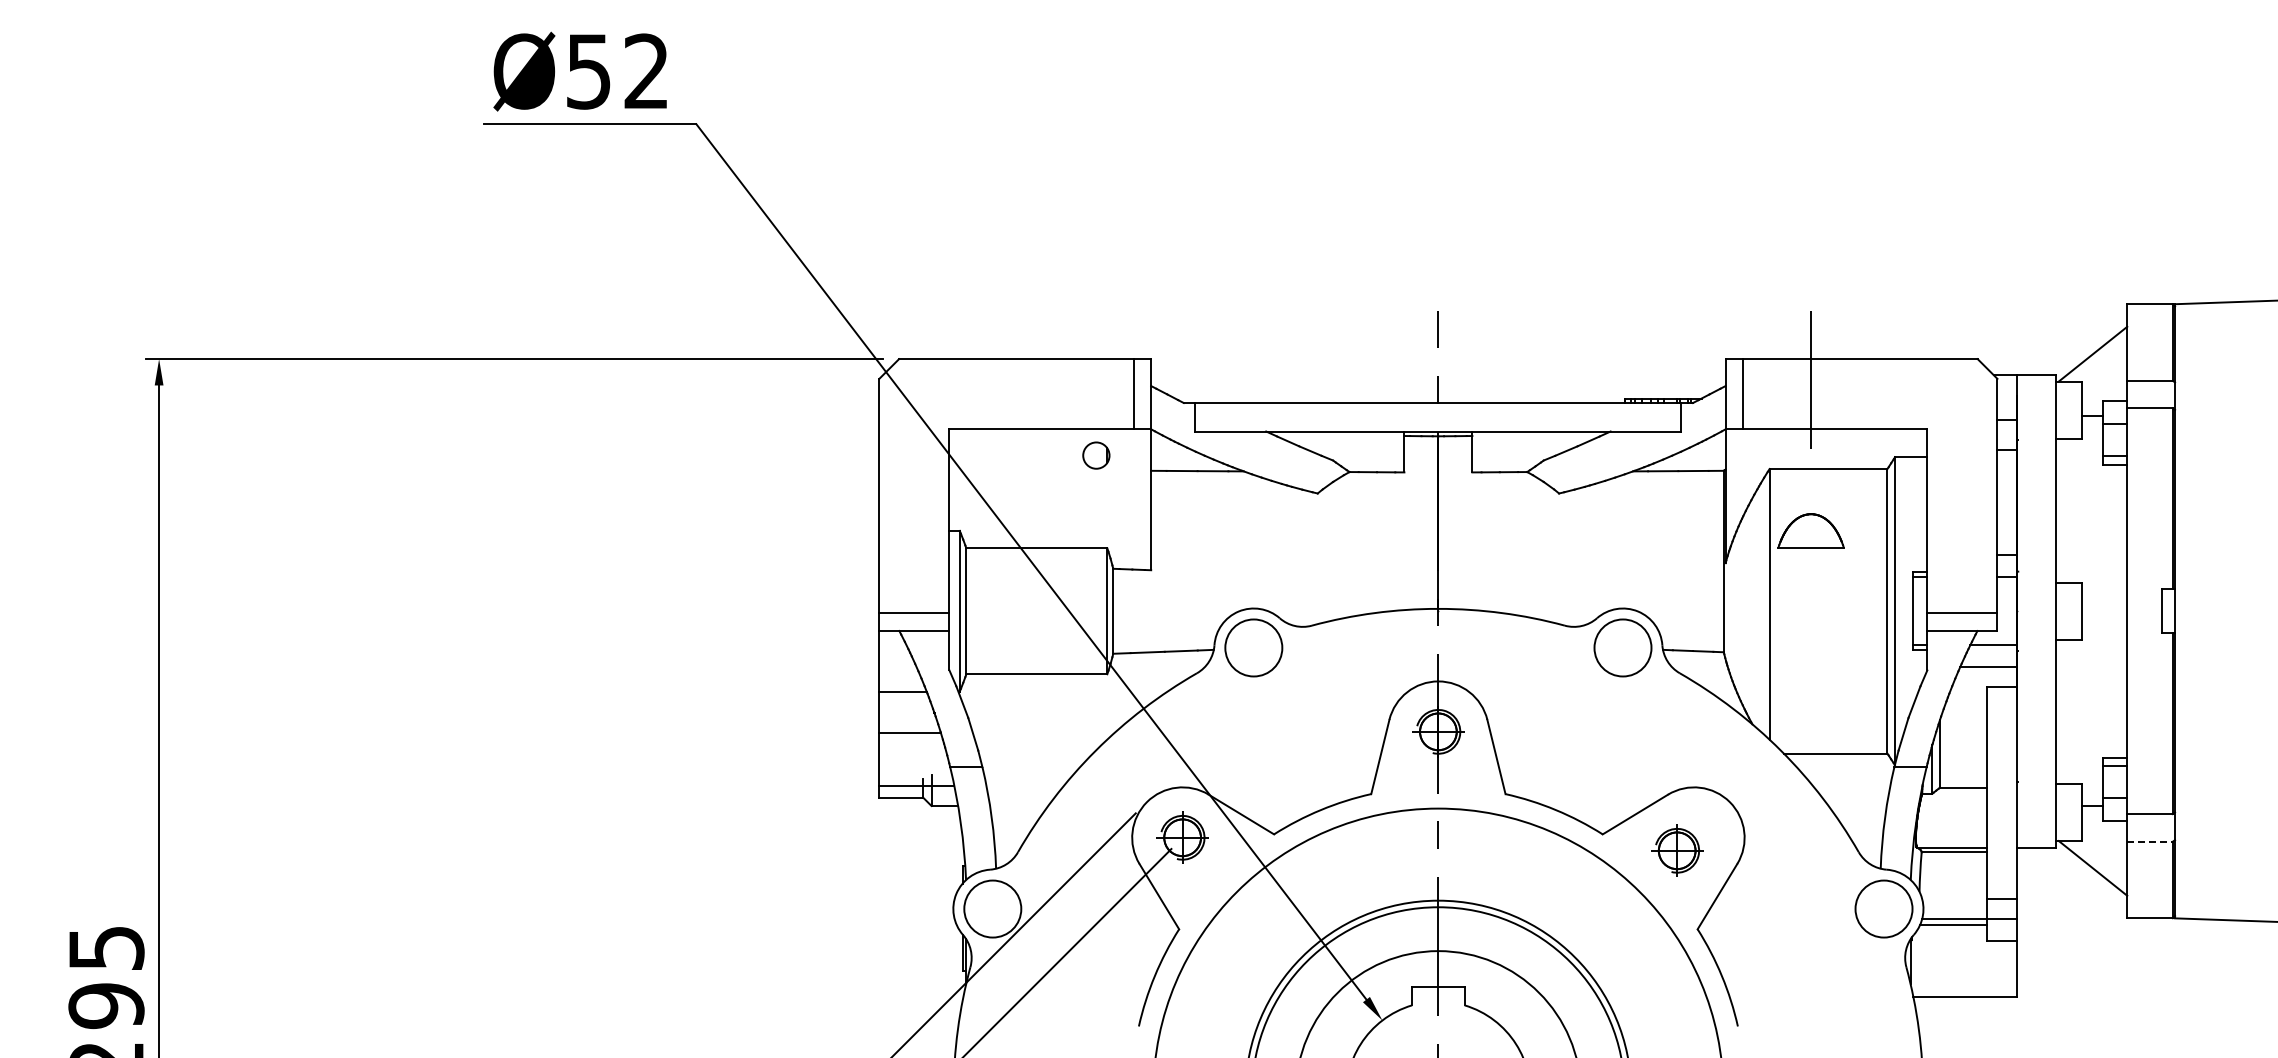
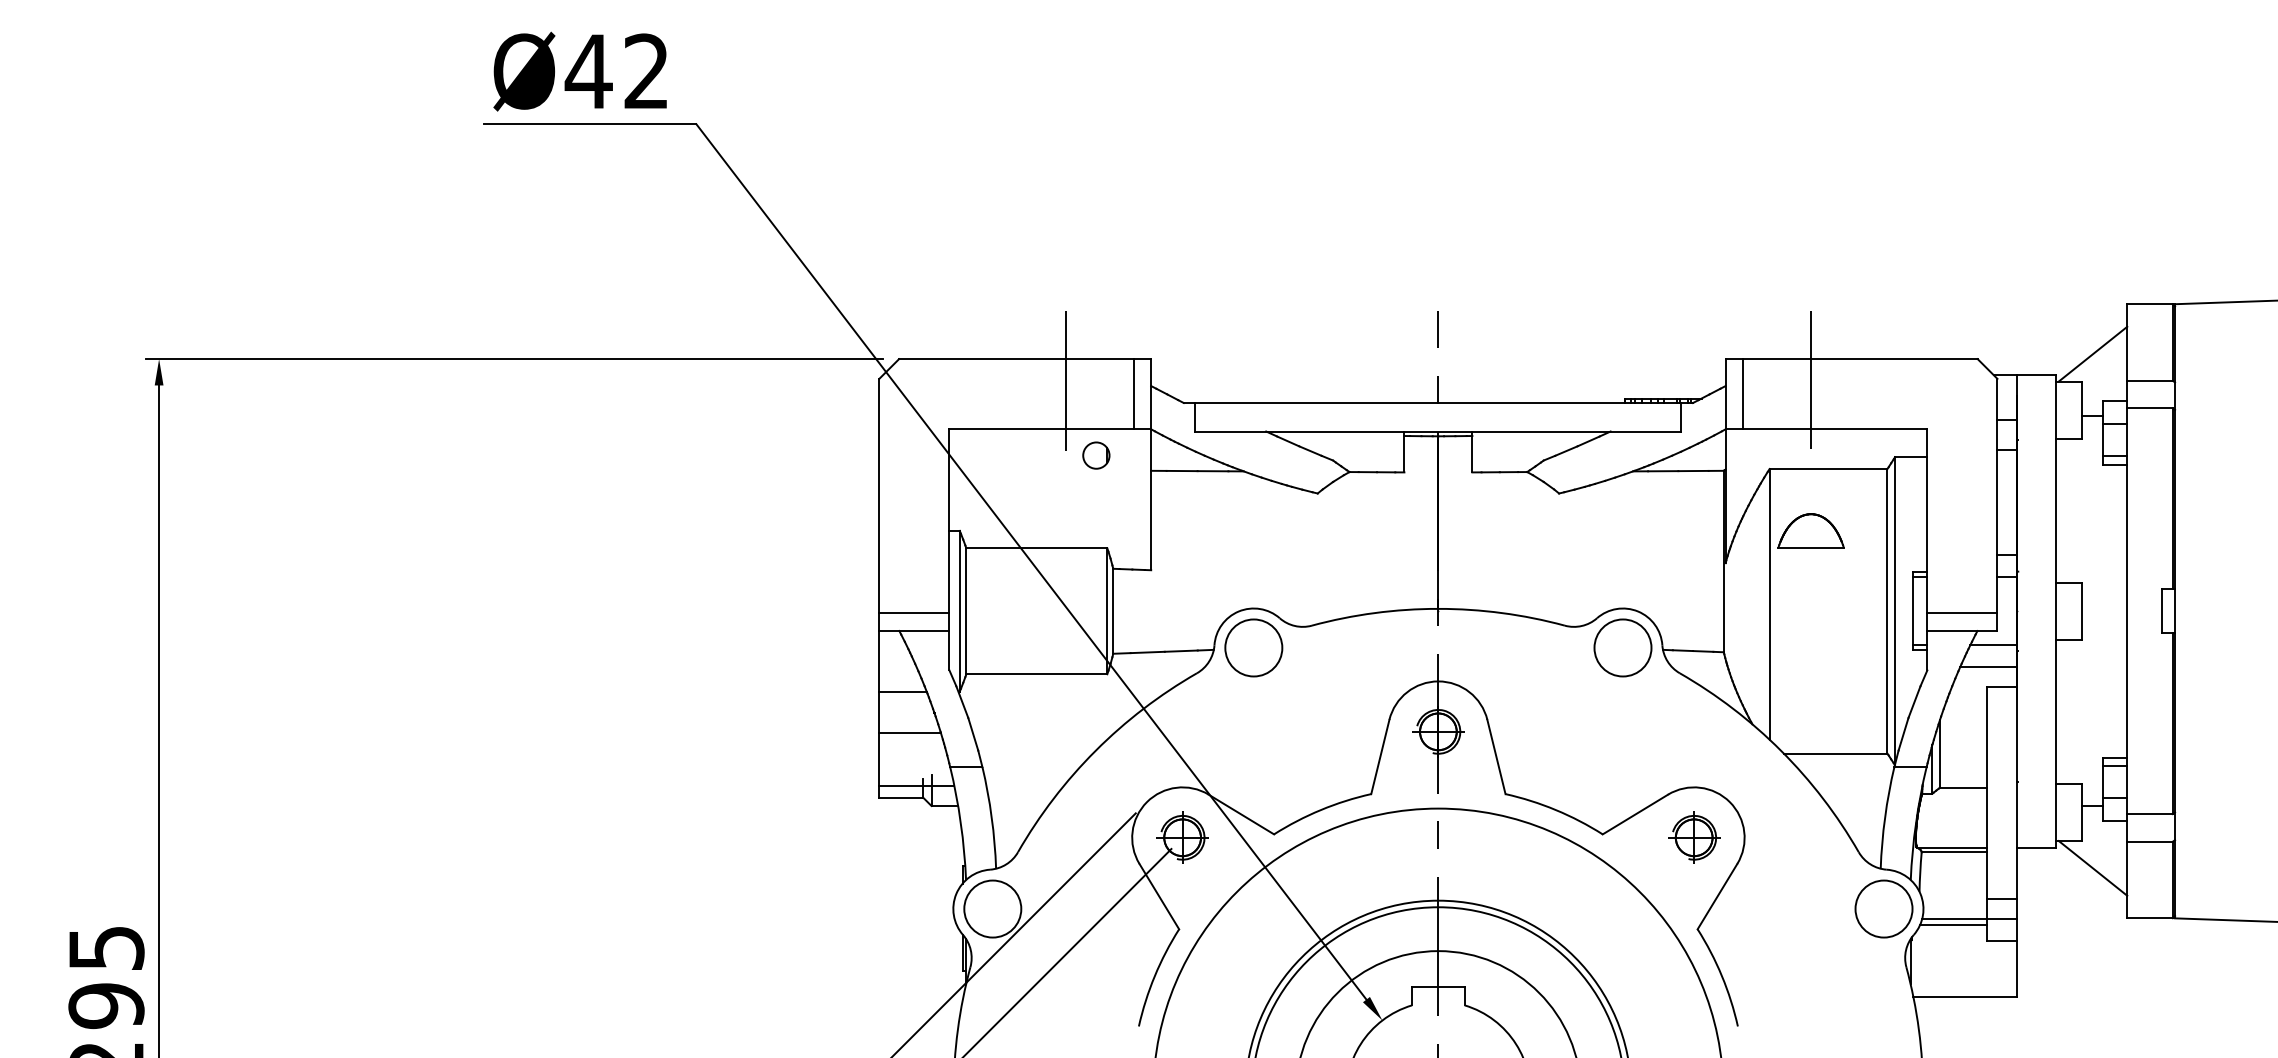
text at (588, 71): Ø52 -> Ø42
line at (1065, 384): none -> present
line at (2150, 841): dashed -> solid
part at (1677, 850) position: (1677, 850) -> (1694, 837)
